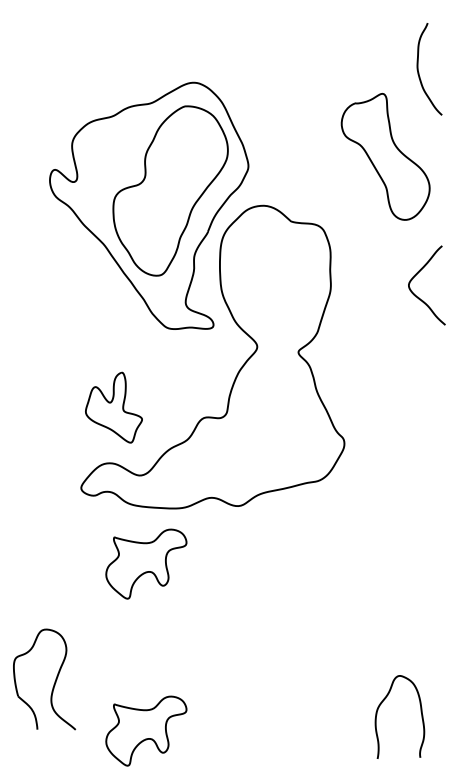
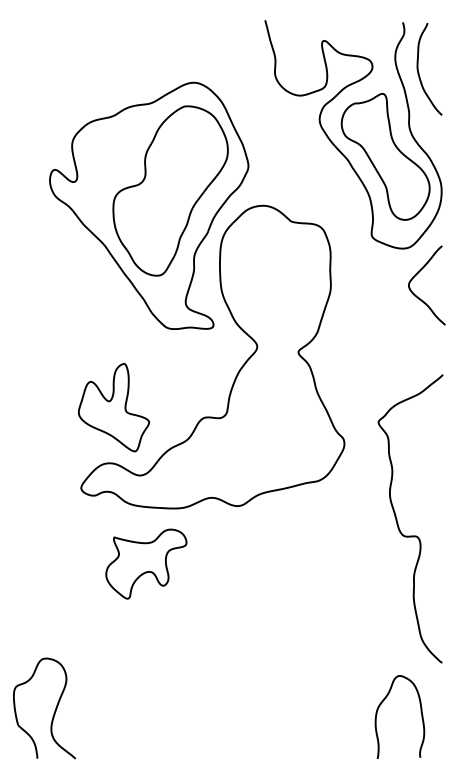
part at (338, 148): none -> present
part at (113, 407) size: 58x73 px -> 72x90 px
curve at (398, 523): none -> present
part at (54, 681) position: (54, 681) -> (54, 710)
part at (146, 730): present -> none
